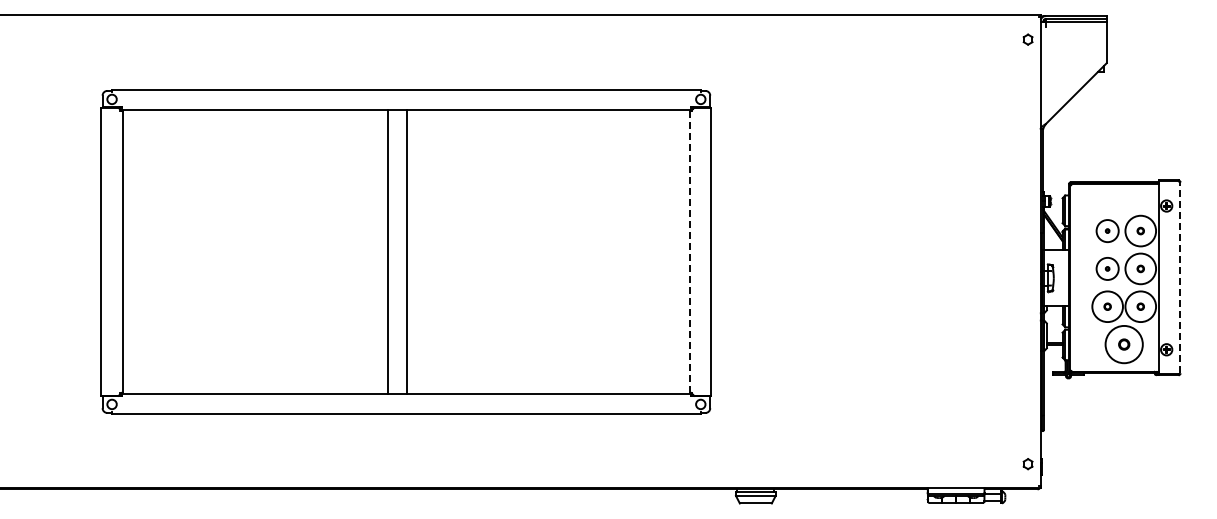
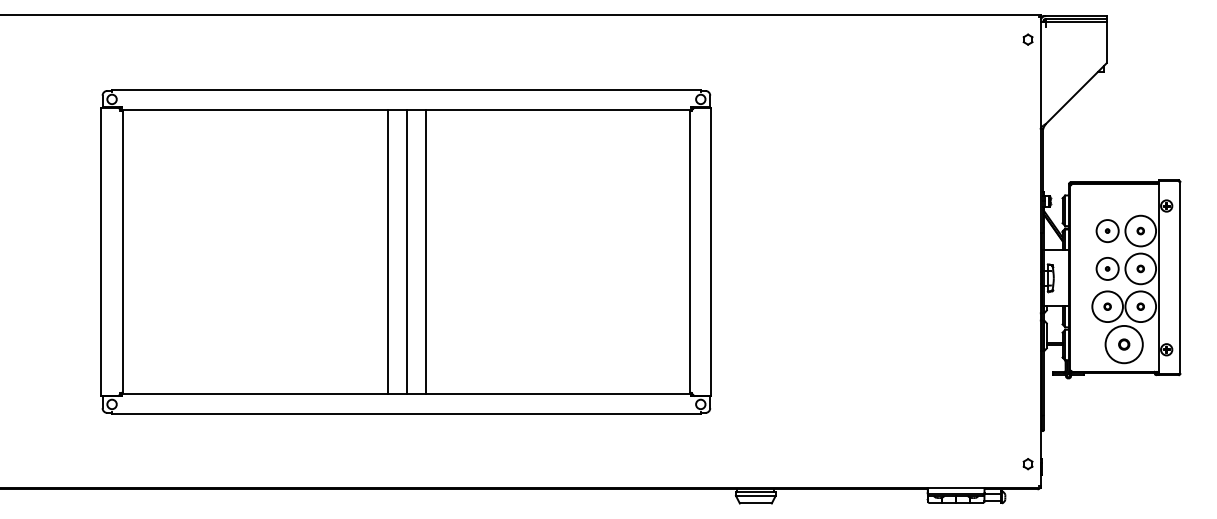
line at (426, 251): none -> present
line at (690, 251): dashed -> solid
line at (1180, 277): dashed -> solid
